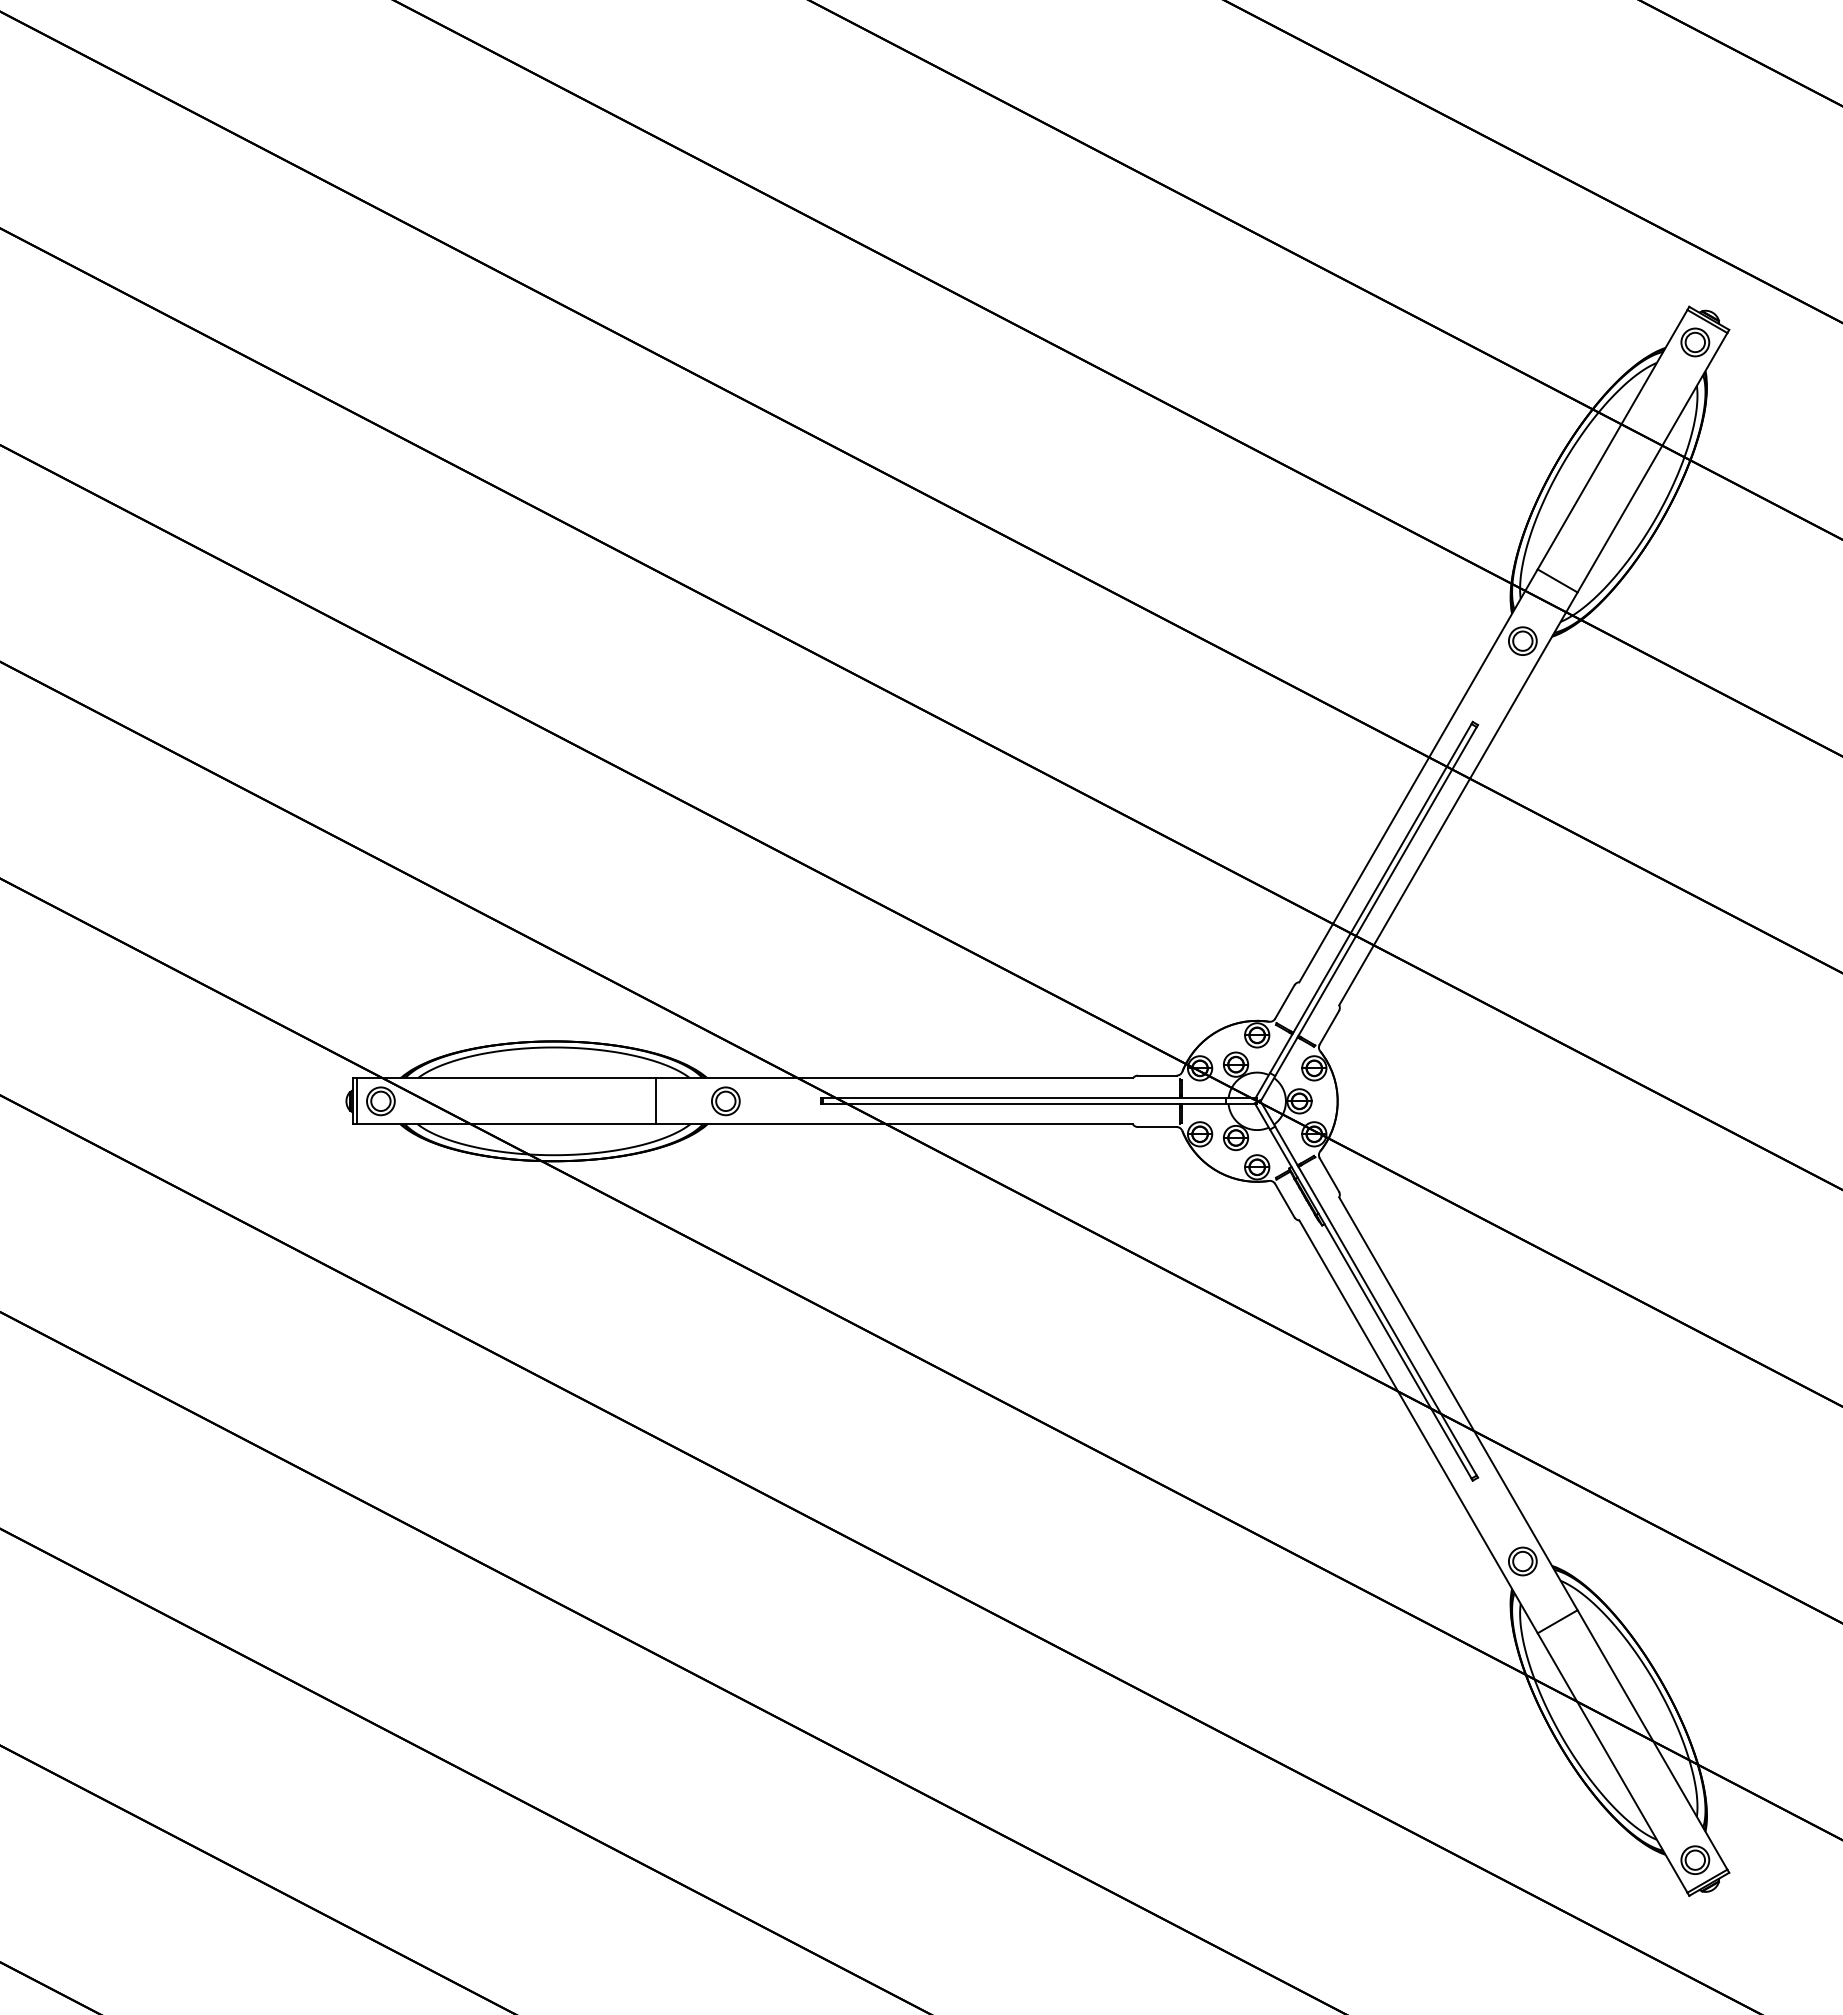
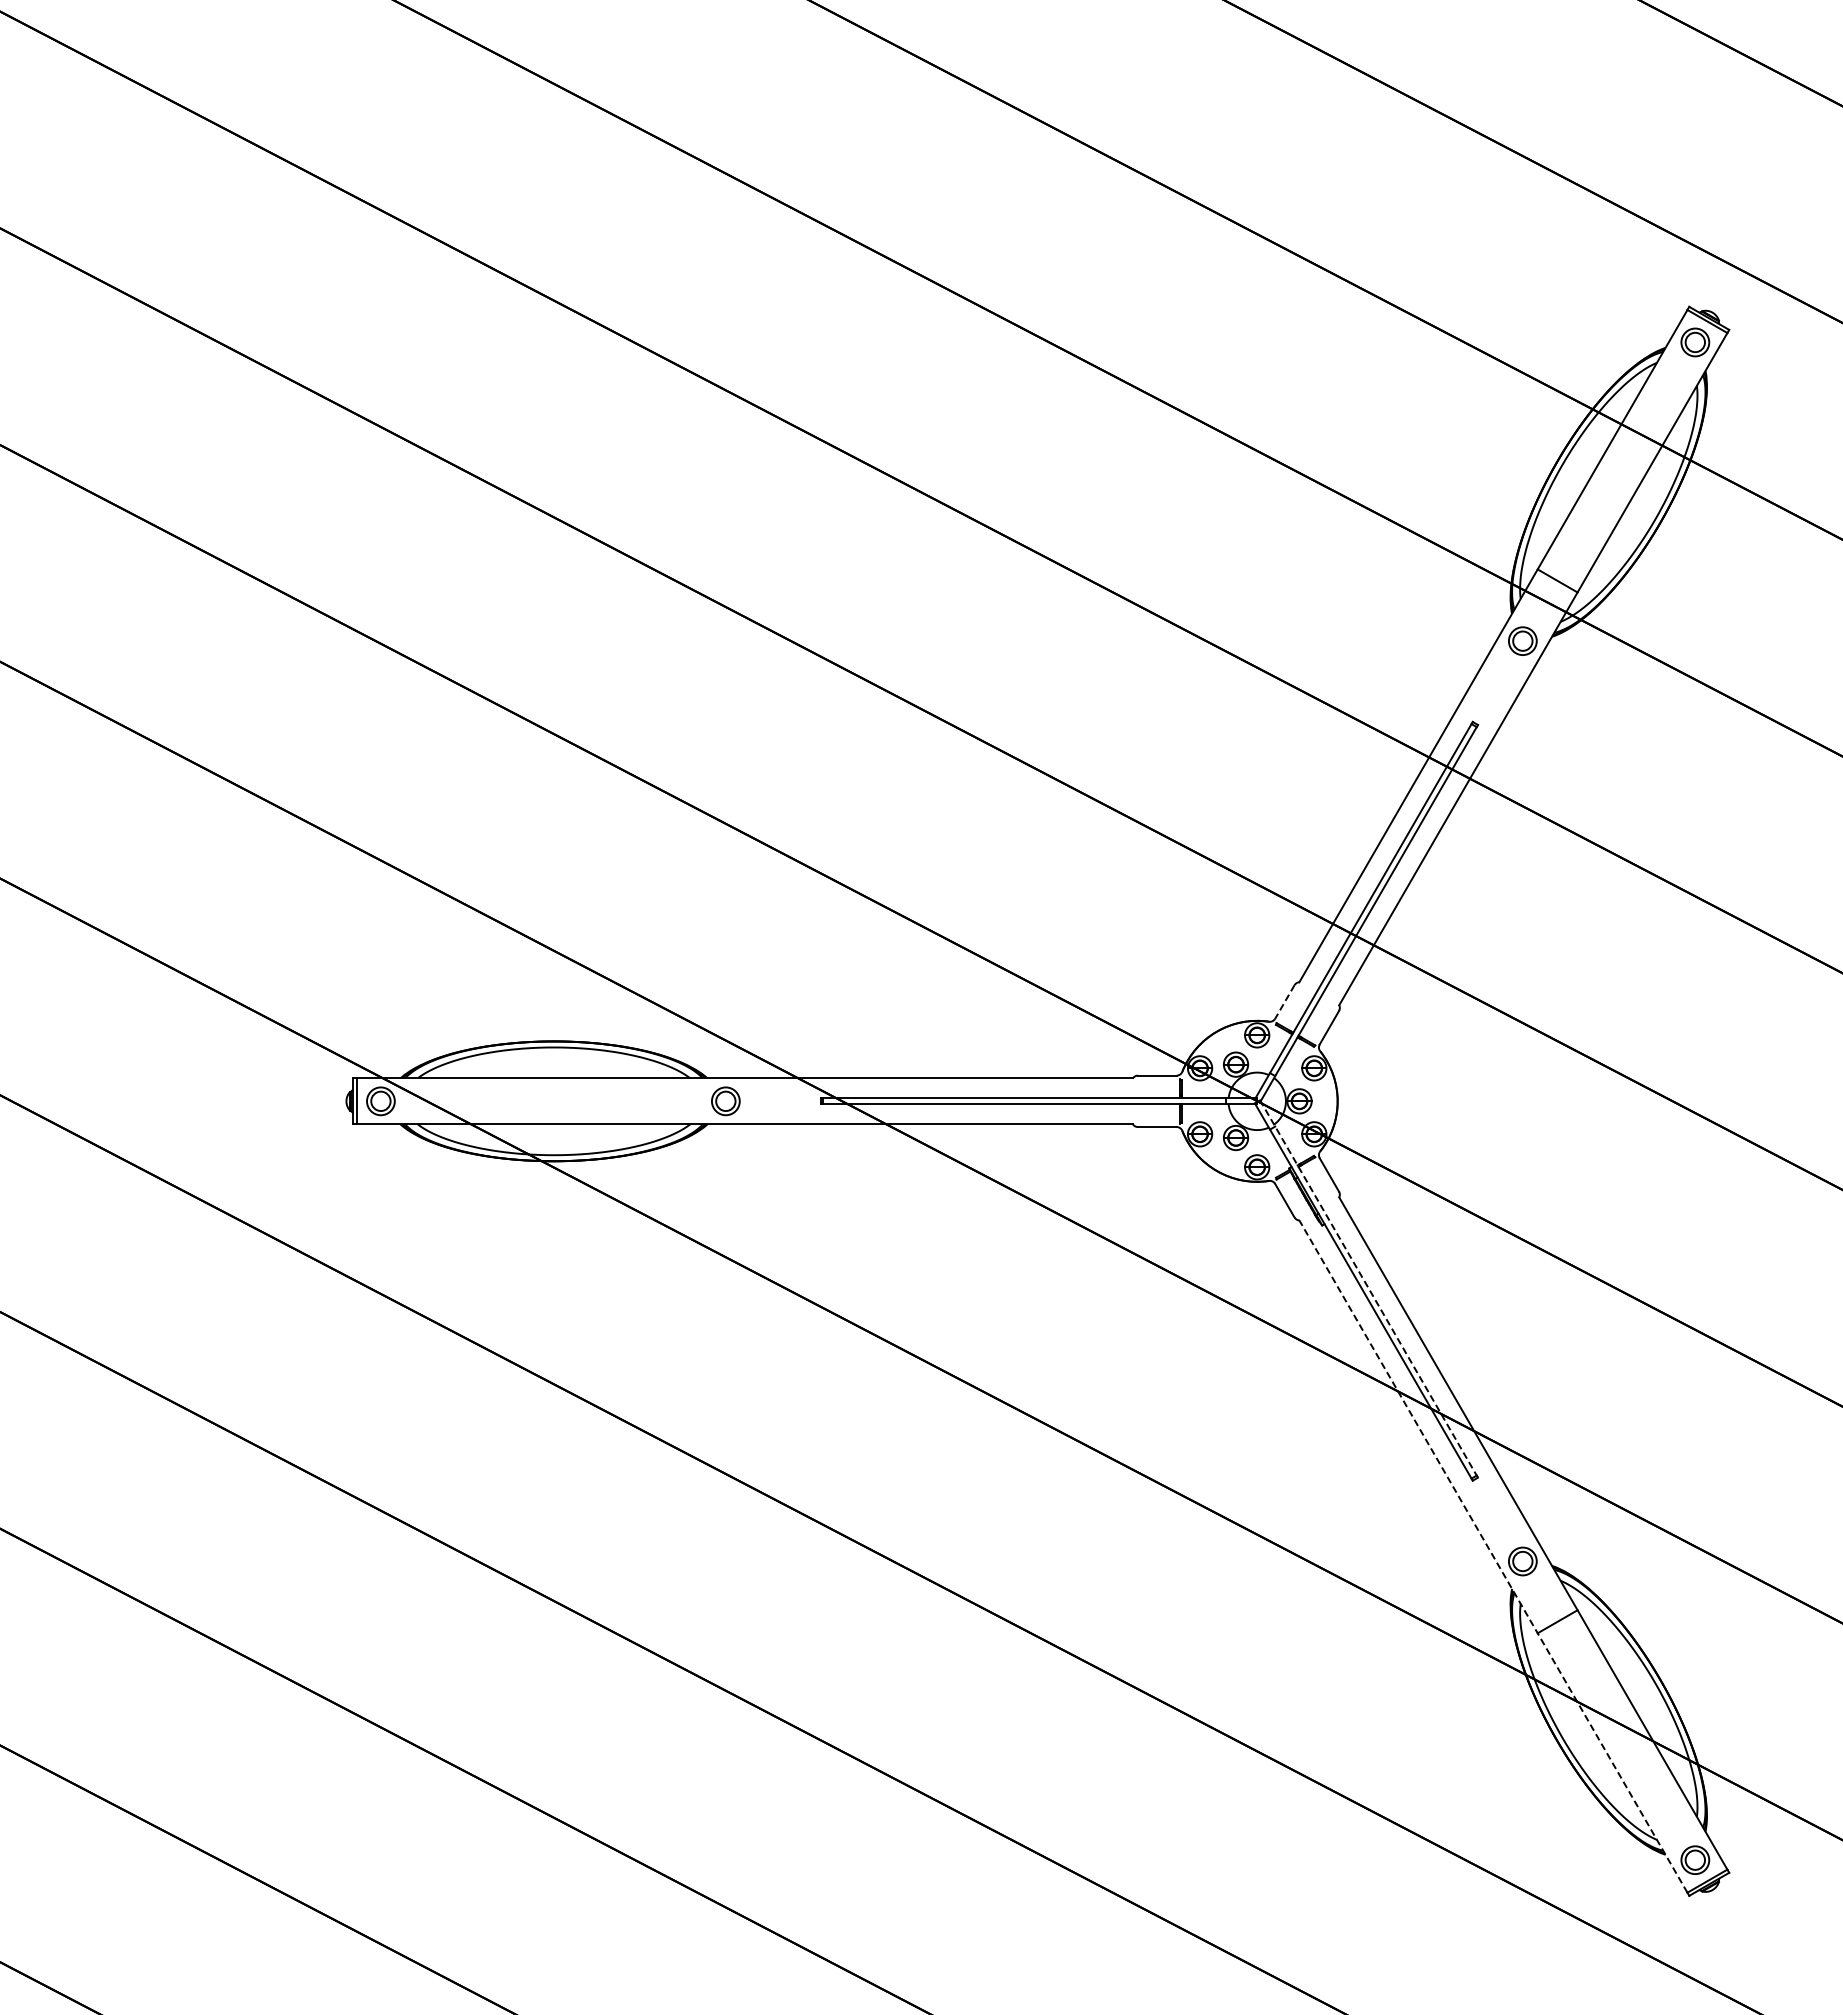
line at (1284, 1002): solid -> dashed
line at (656, 1101): present -> none
line at (1369, 1289): solid -> dashed
line at (1493, 1556): solid -> dashed
